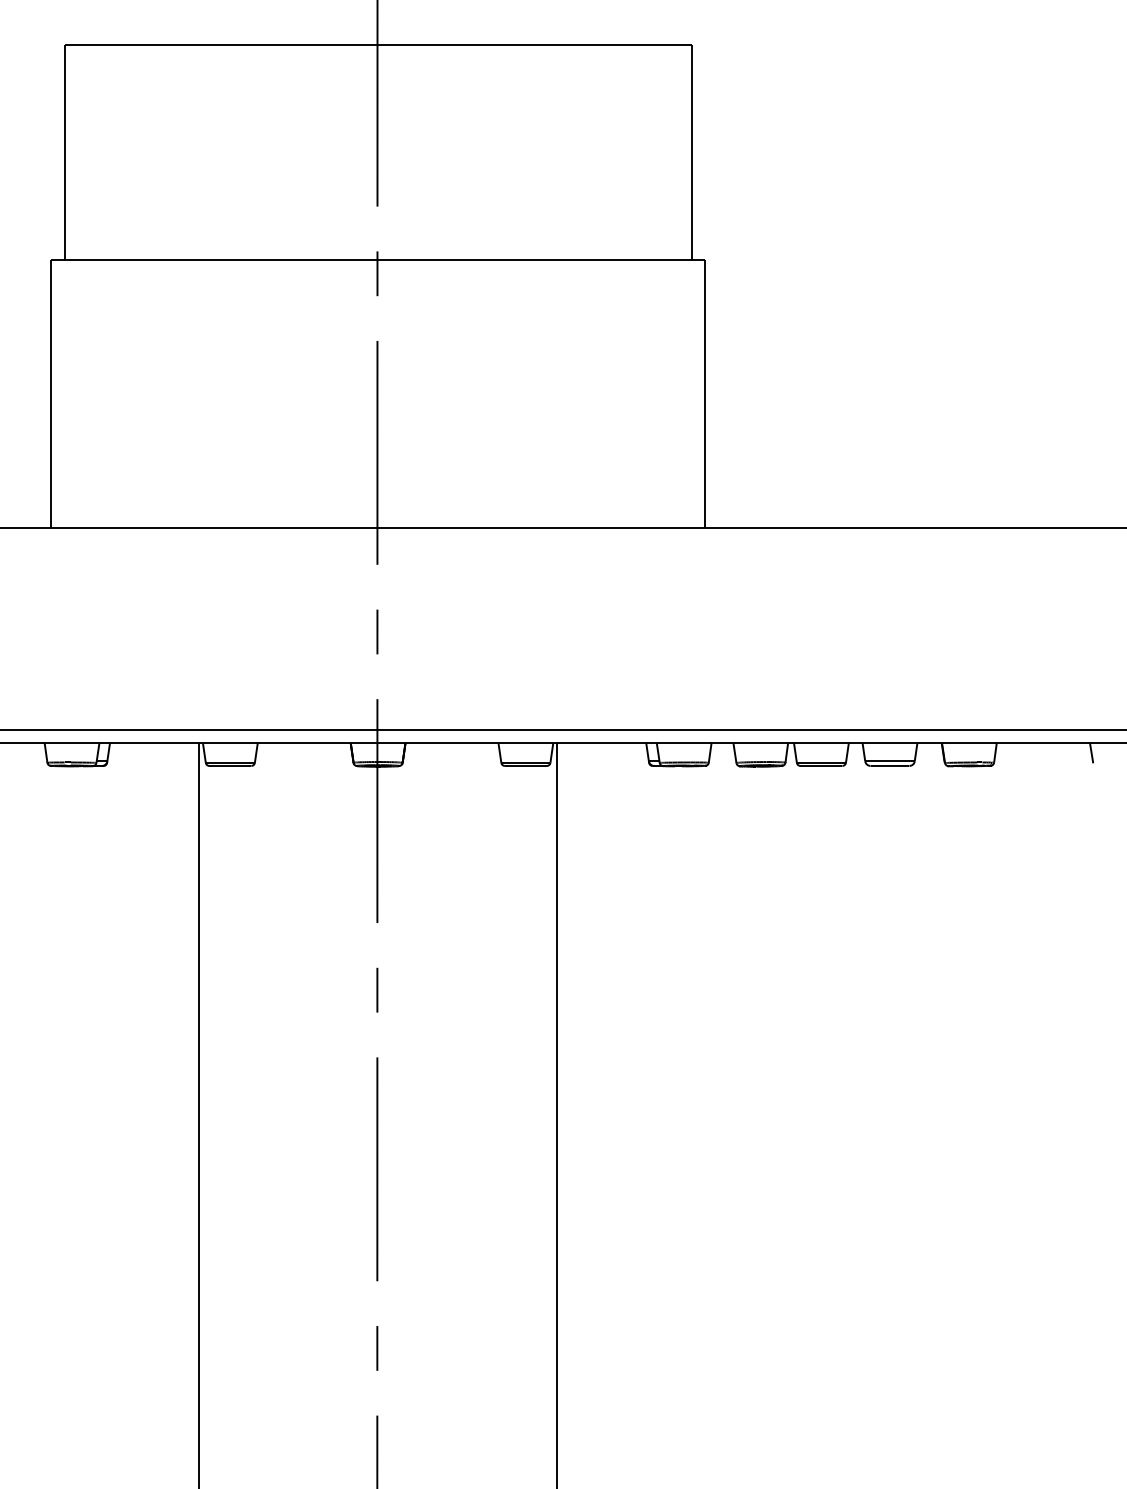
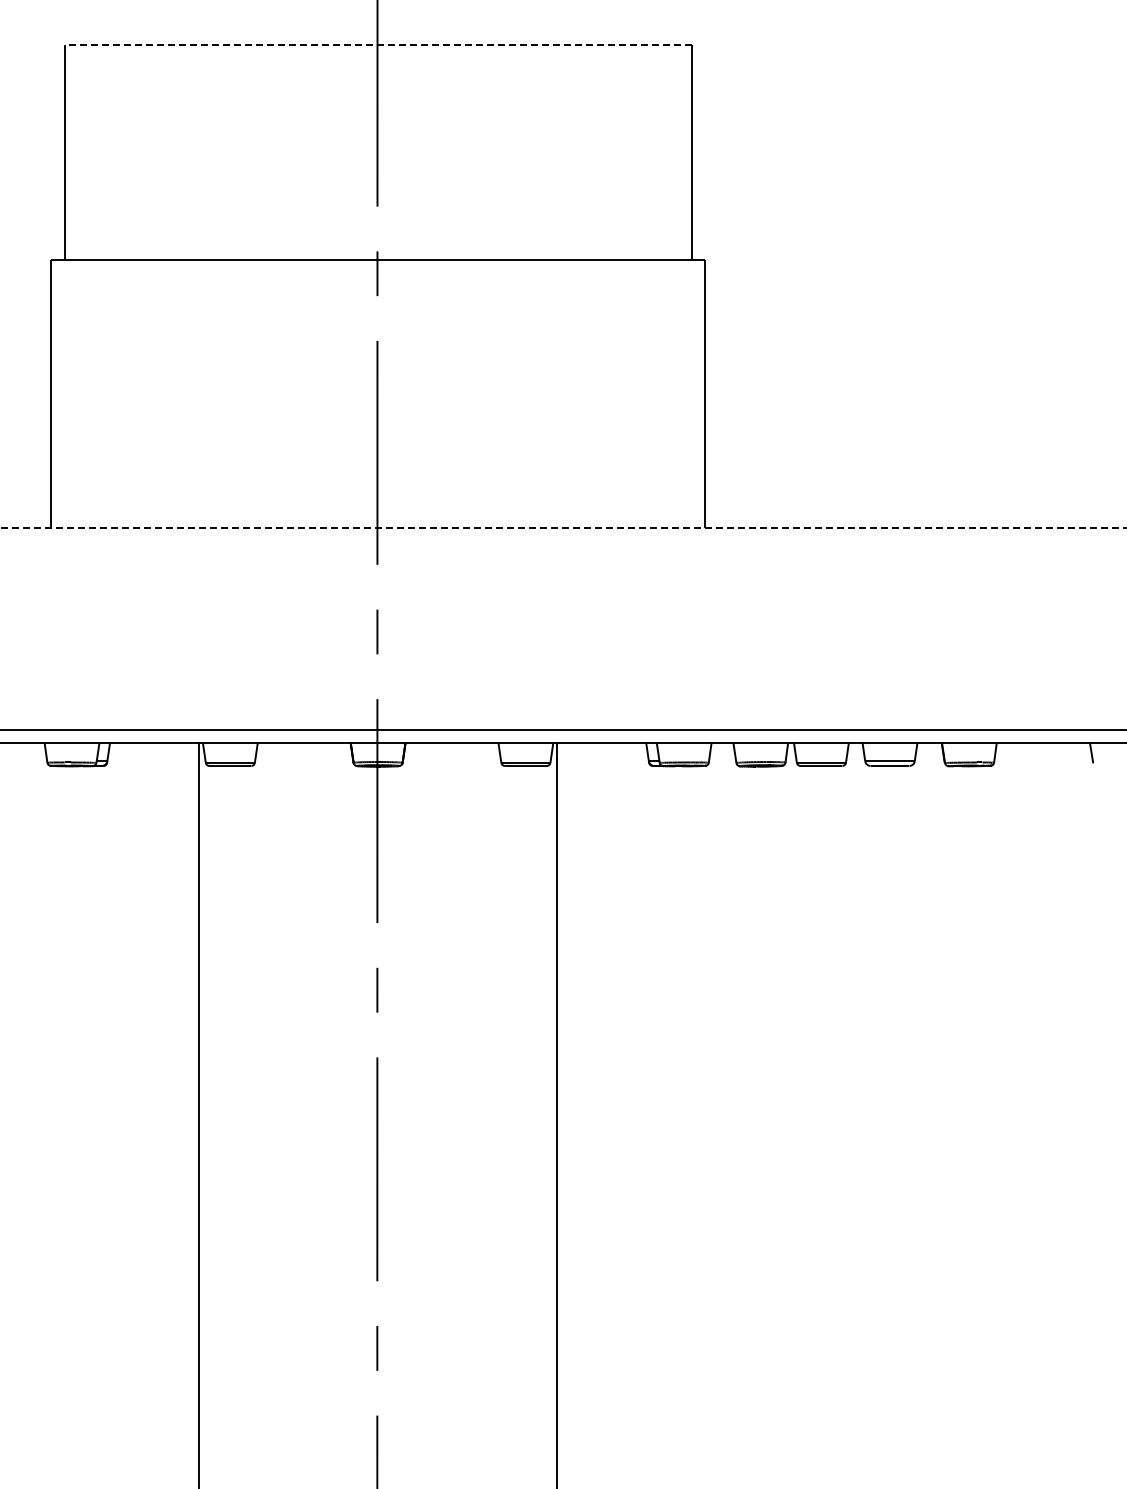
line at (377, 44): solid -> dashed
line at (563, 528): solid -> dashed
